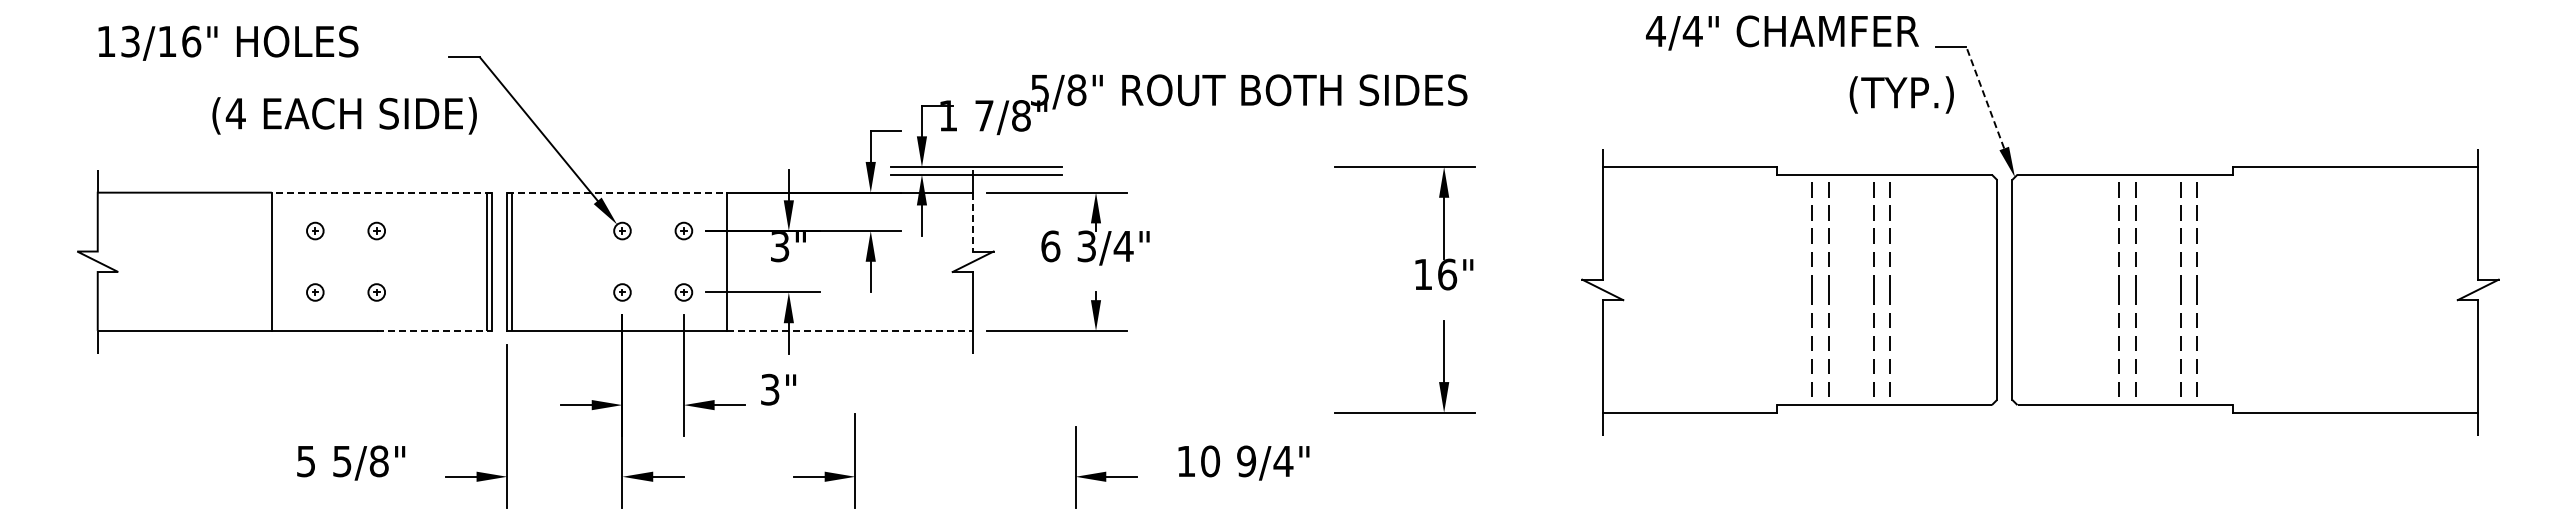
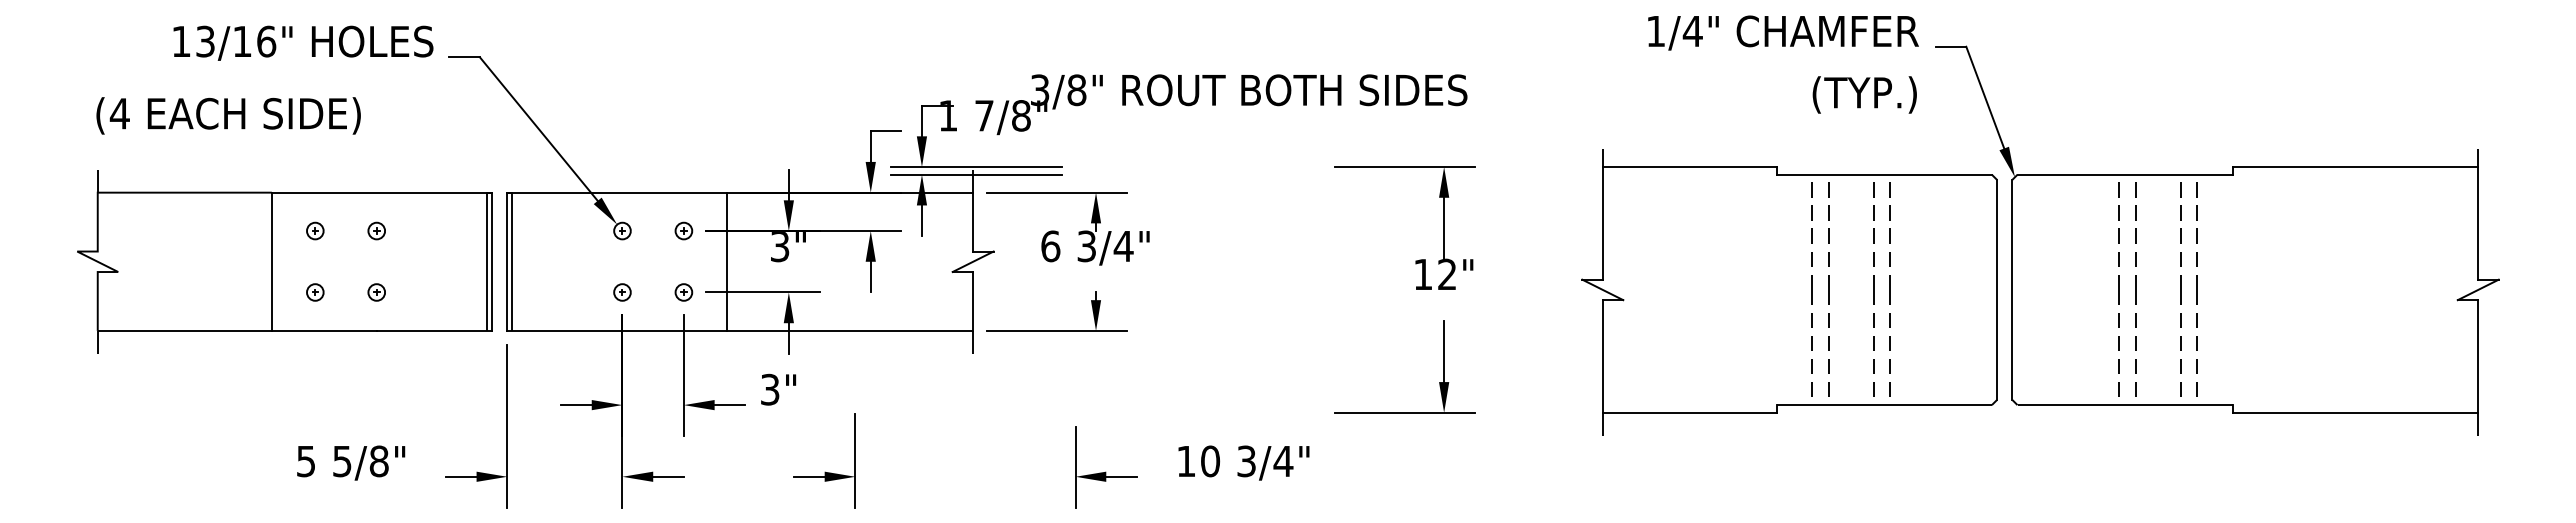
text at (1655, 31): 4/4" -> 1/4"
text at (228, 42) position: (228, 42) -> (303, 42)
text at (1040, 89): 5/8" -> 3/8"
text at (1901, 94) position: (1901, 94) -> (1864, 94)
line at (1985, 97): dashed -> solid
text at (344, 115) position: (344, 115) -> (228, 115)
line at (381, 192): dashed -> solid
line at (617, 192): dashed -> solid
line at (973, 222): dashed -> solid
text at (1447, 274): 16" -> 12"
line at (434, 330): dashed -> solid
line at (850, 330): dashed -> solid
text at (1246, 461): 9/4" -> 3/4"
